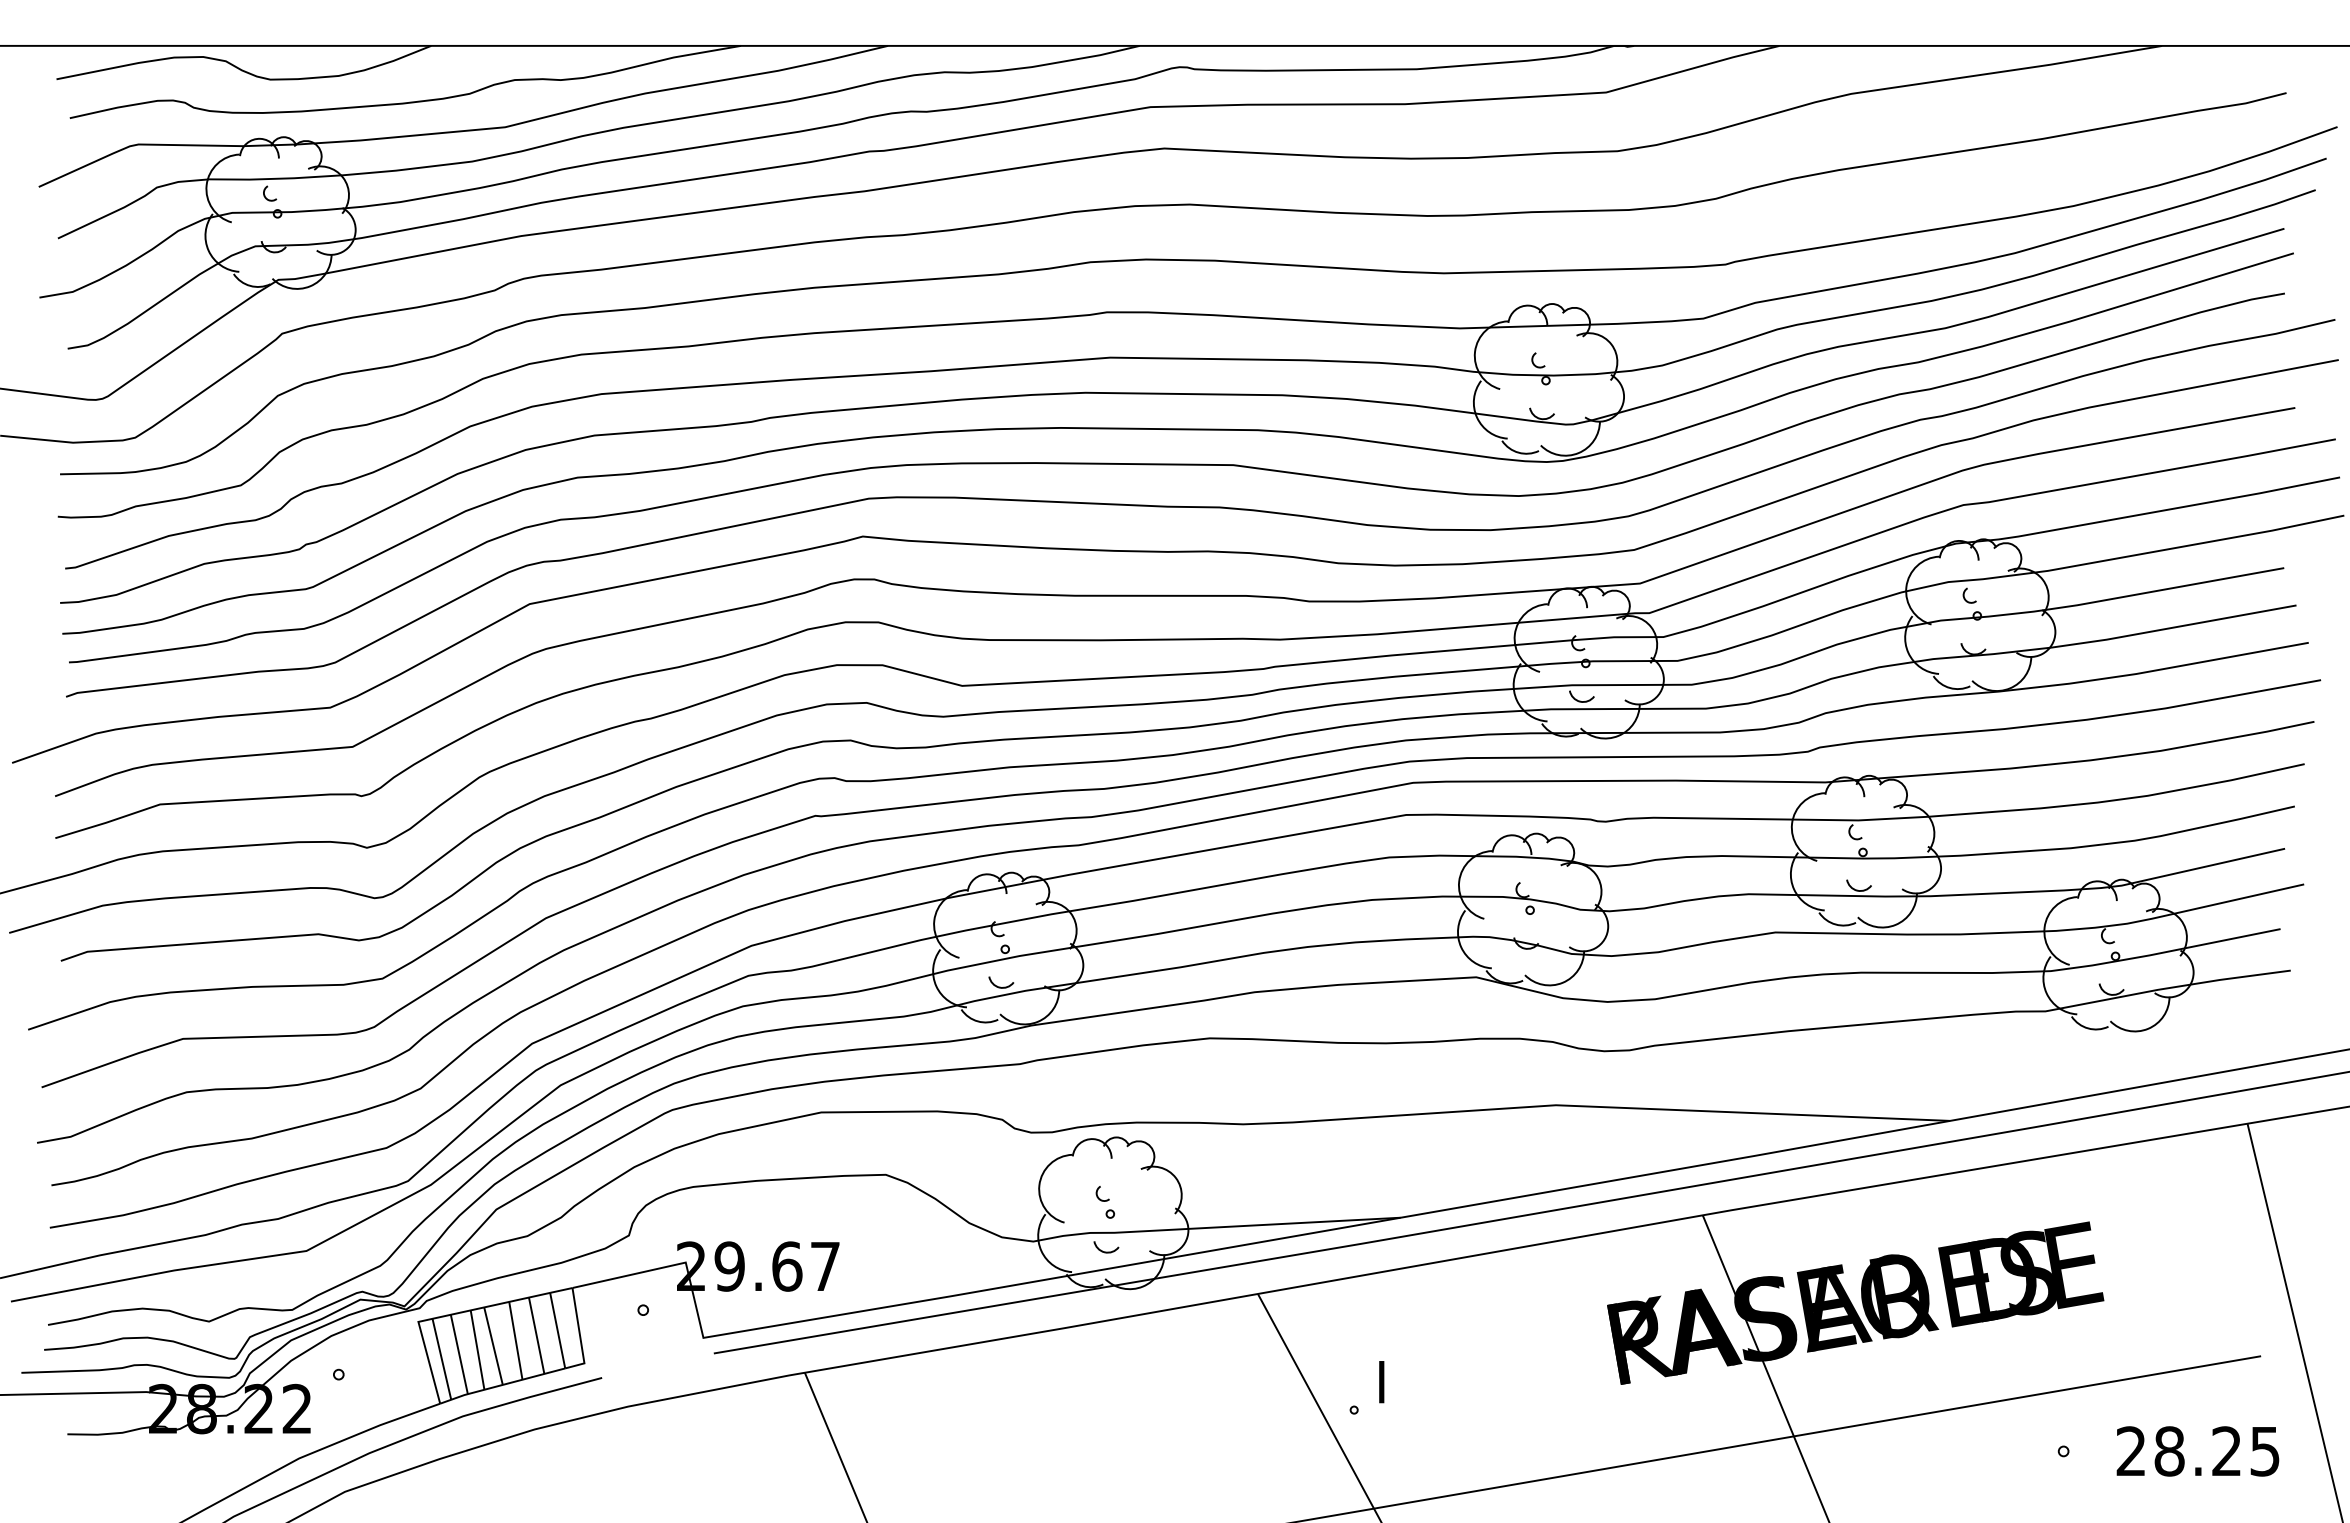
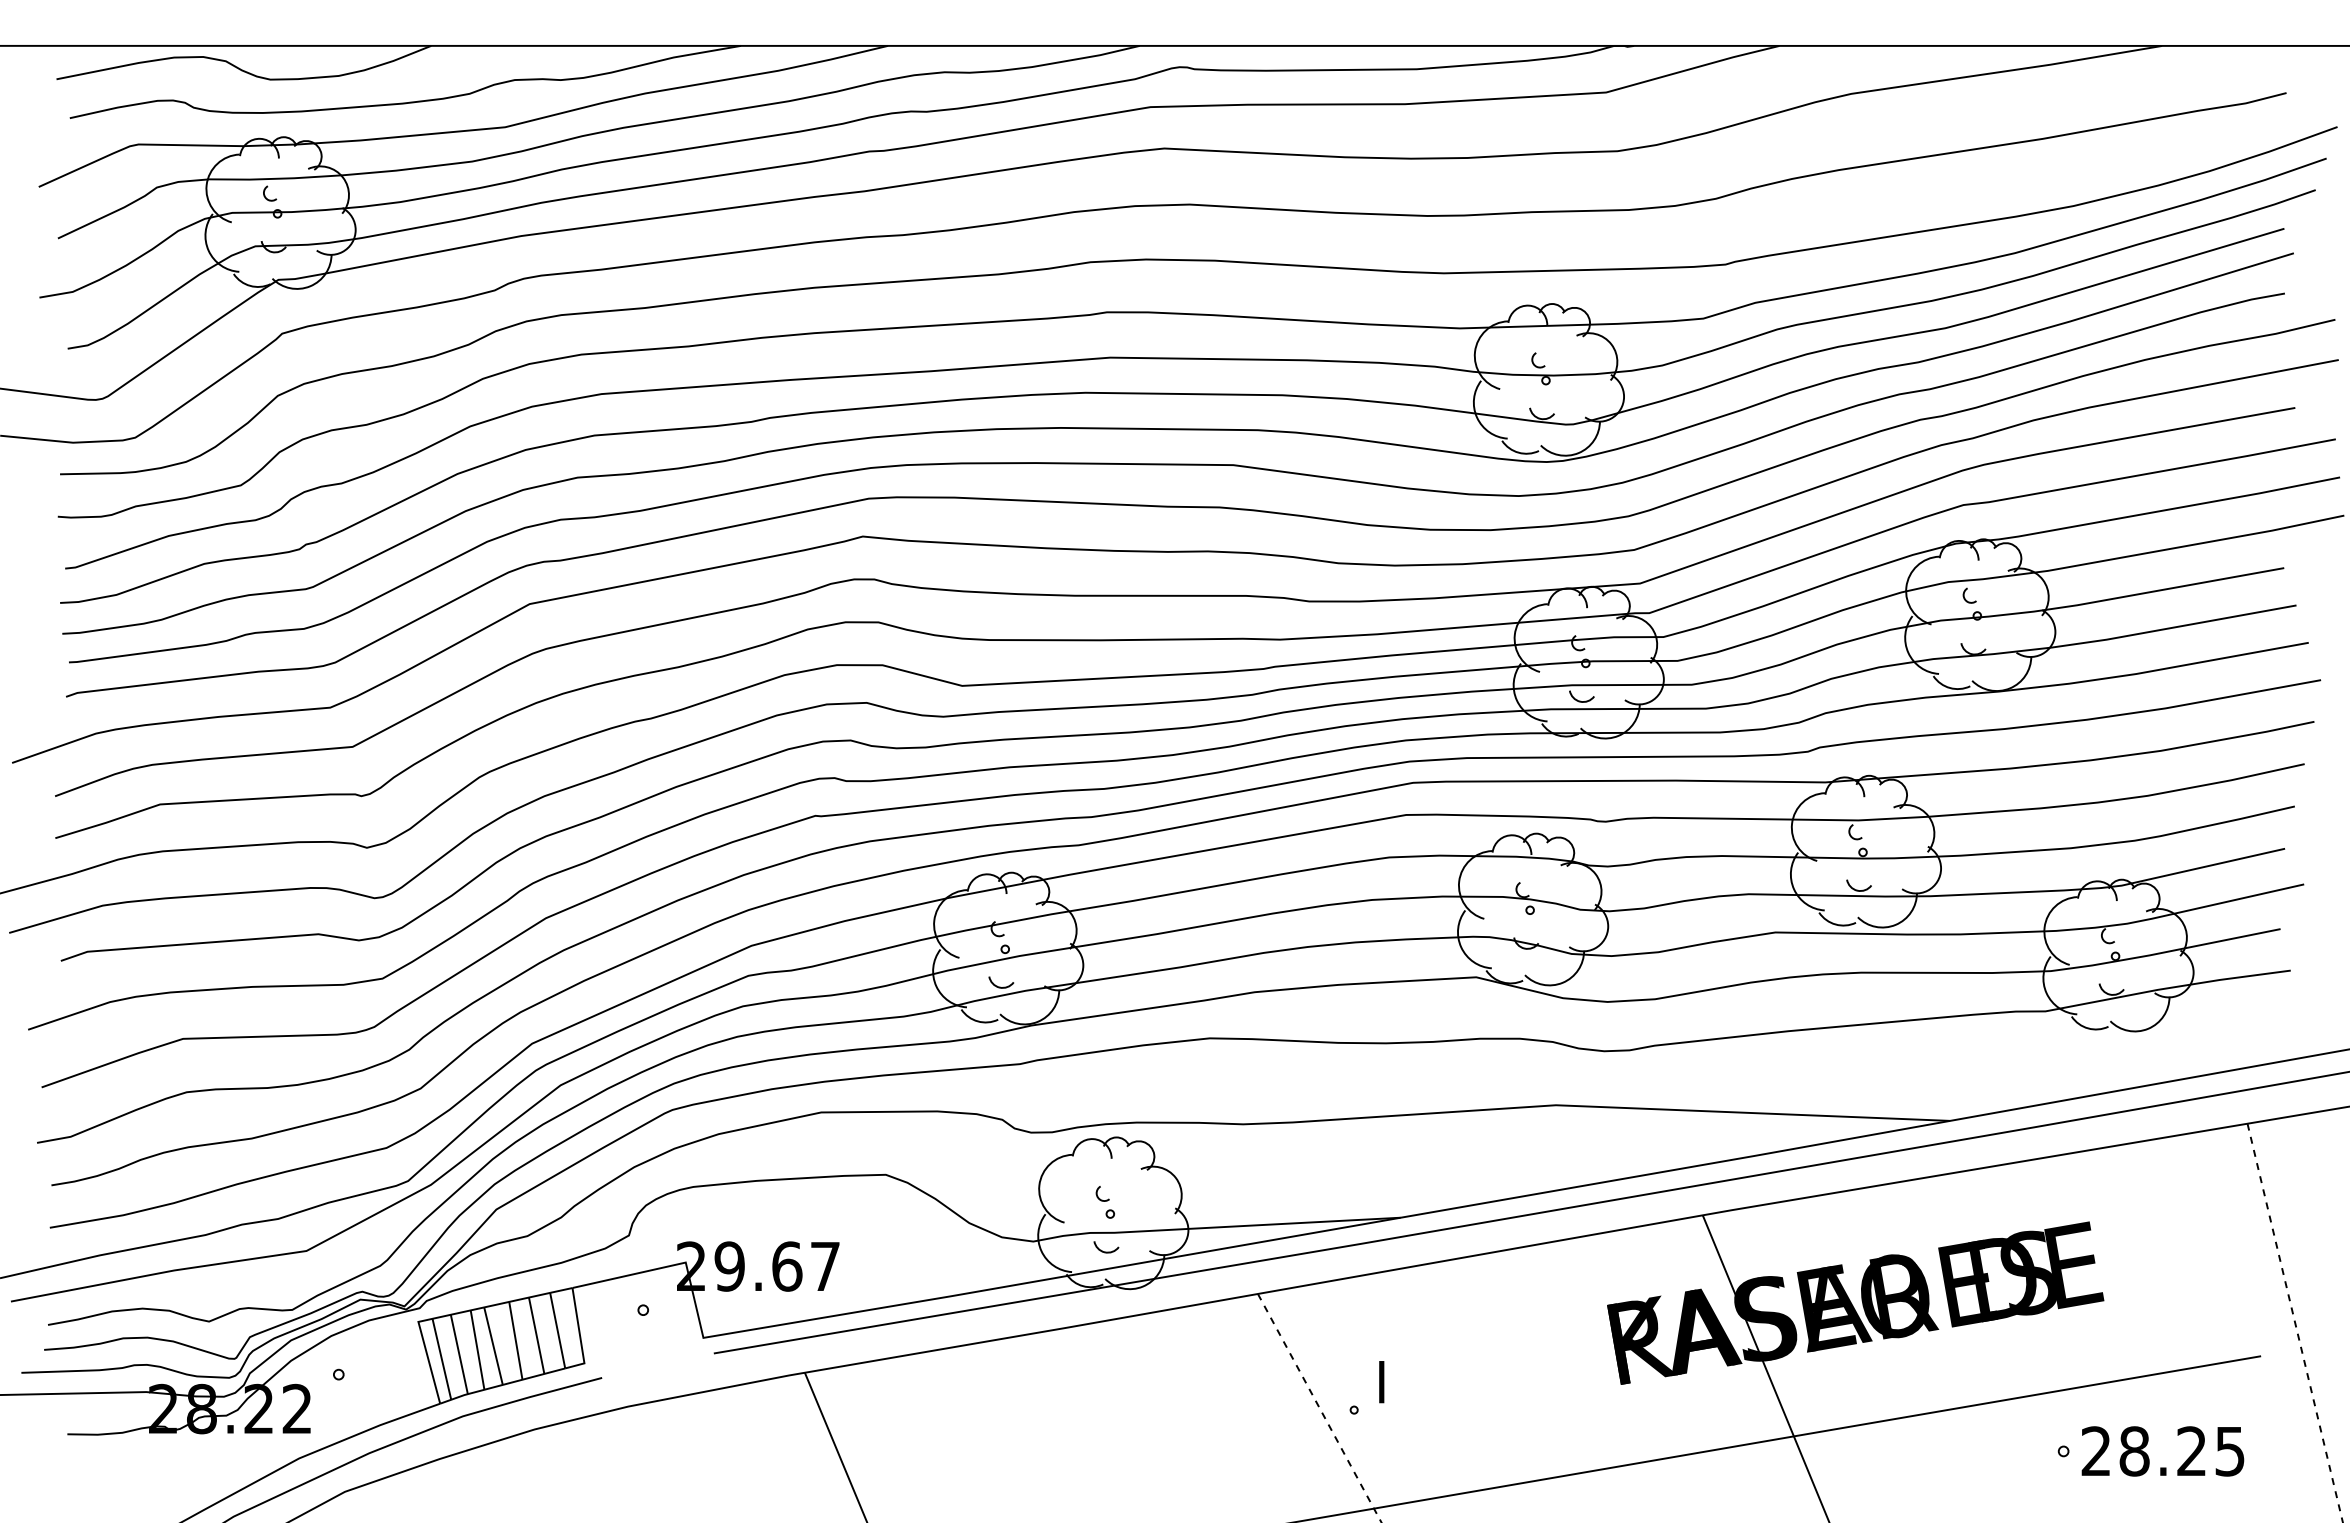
line at (2295, 1323): solid -> dashed
line at (1319, 1408): solid -> dashed
text at (2197, 1451) position: (2197, 1451) -> (2162, 1451)
